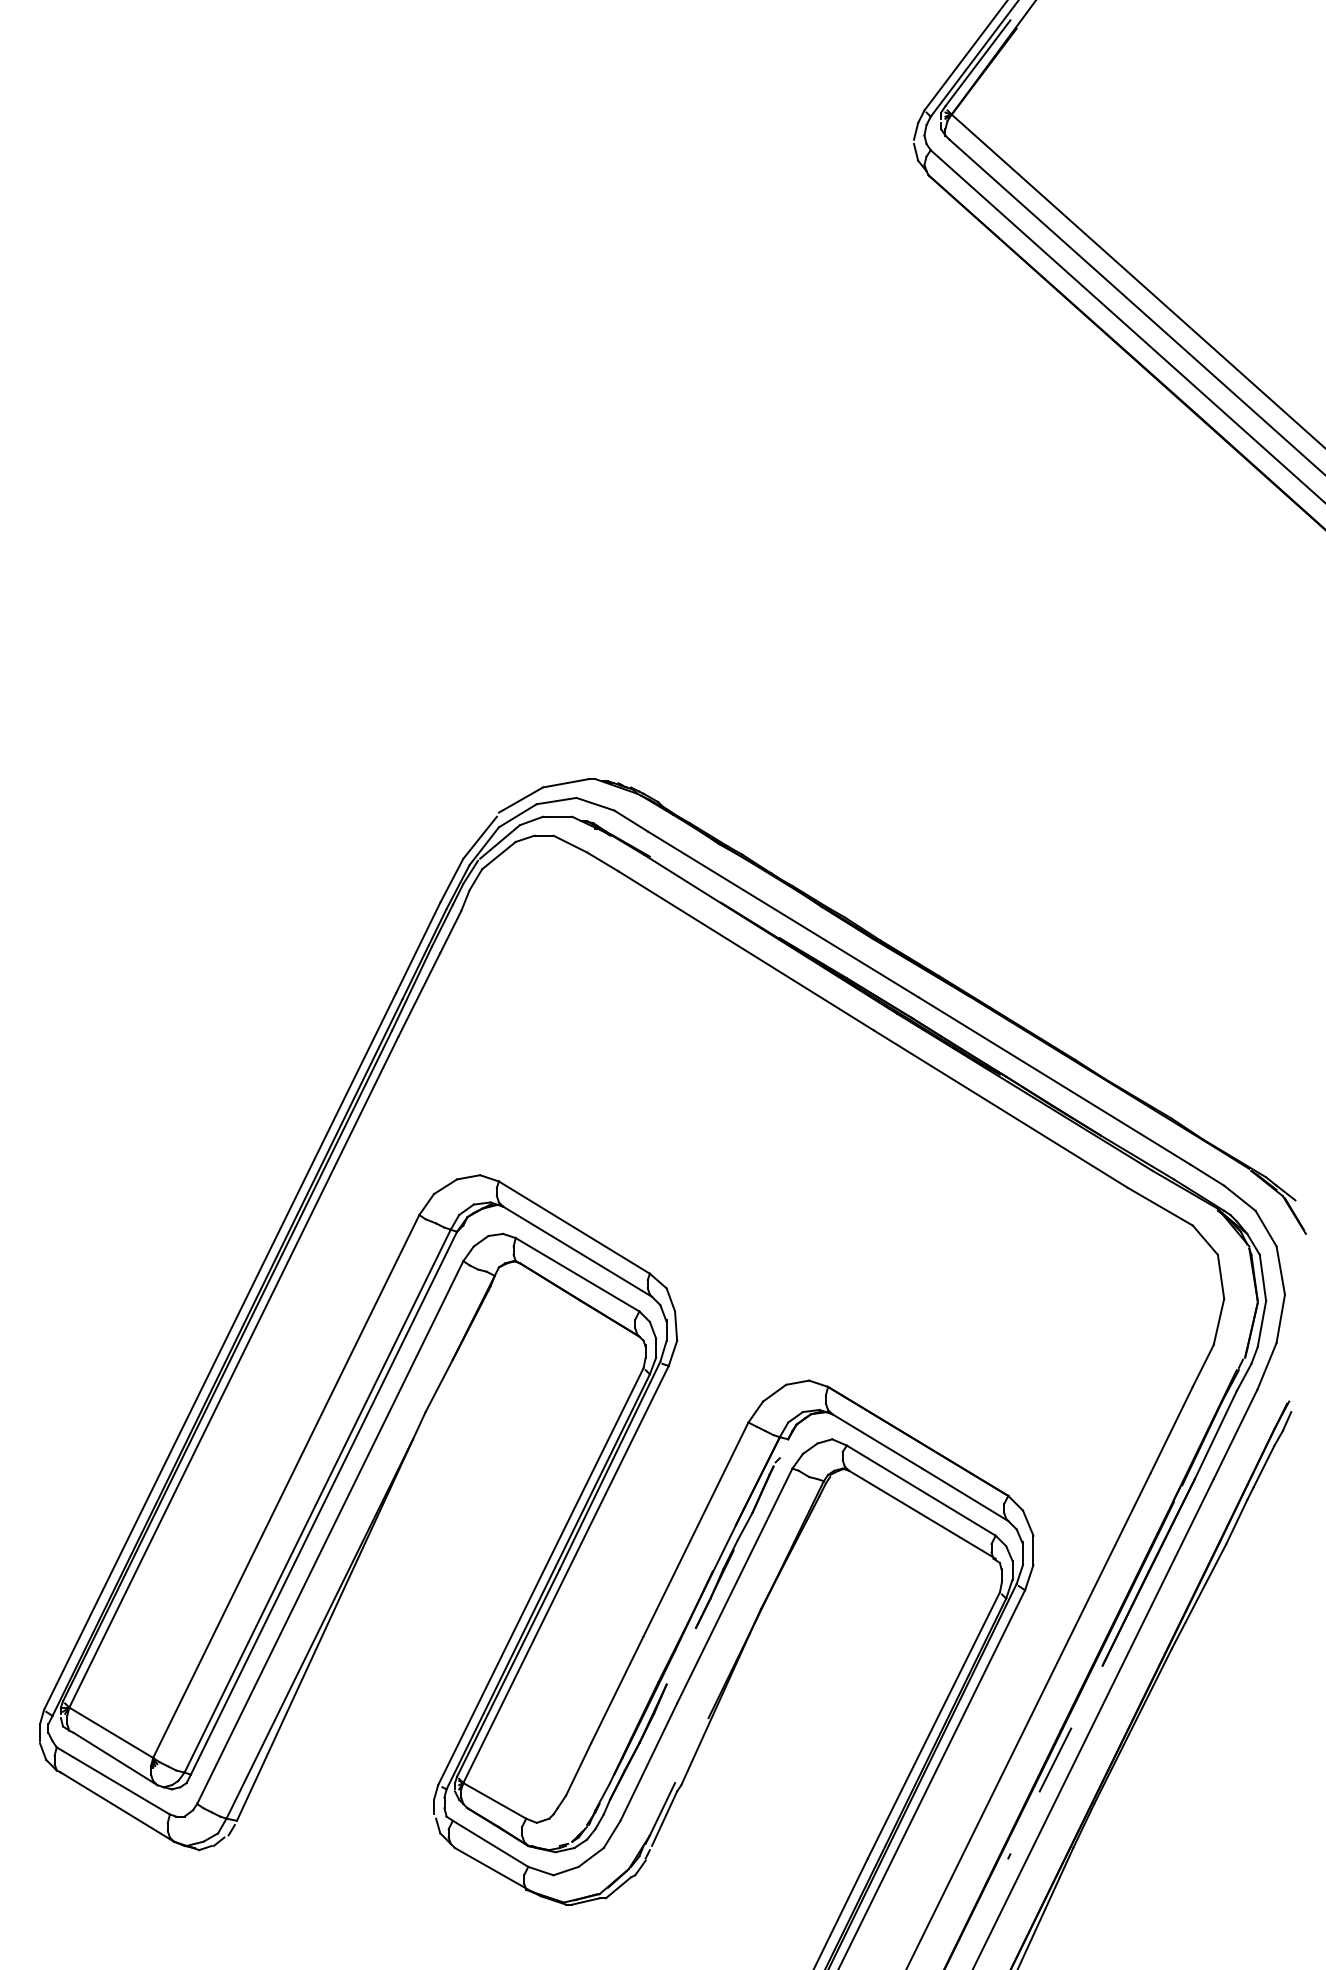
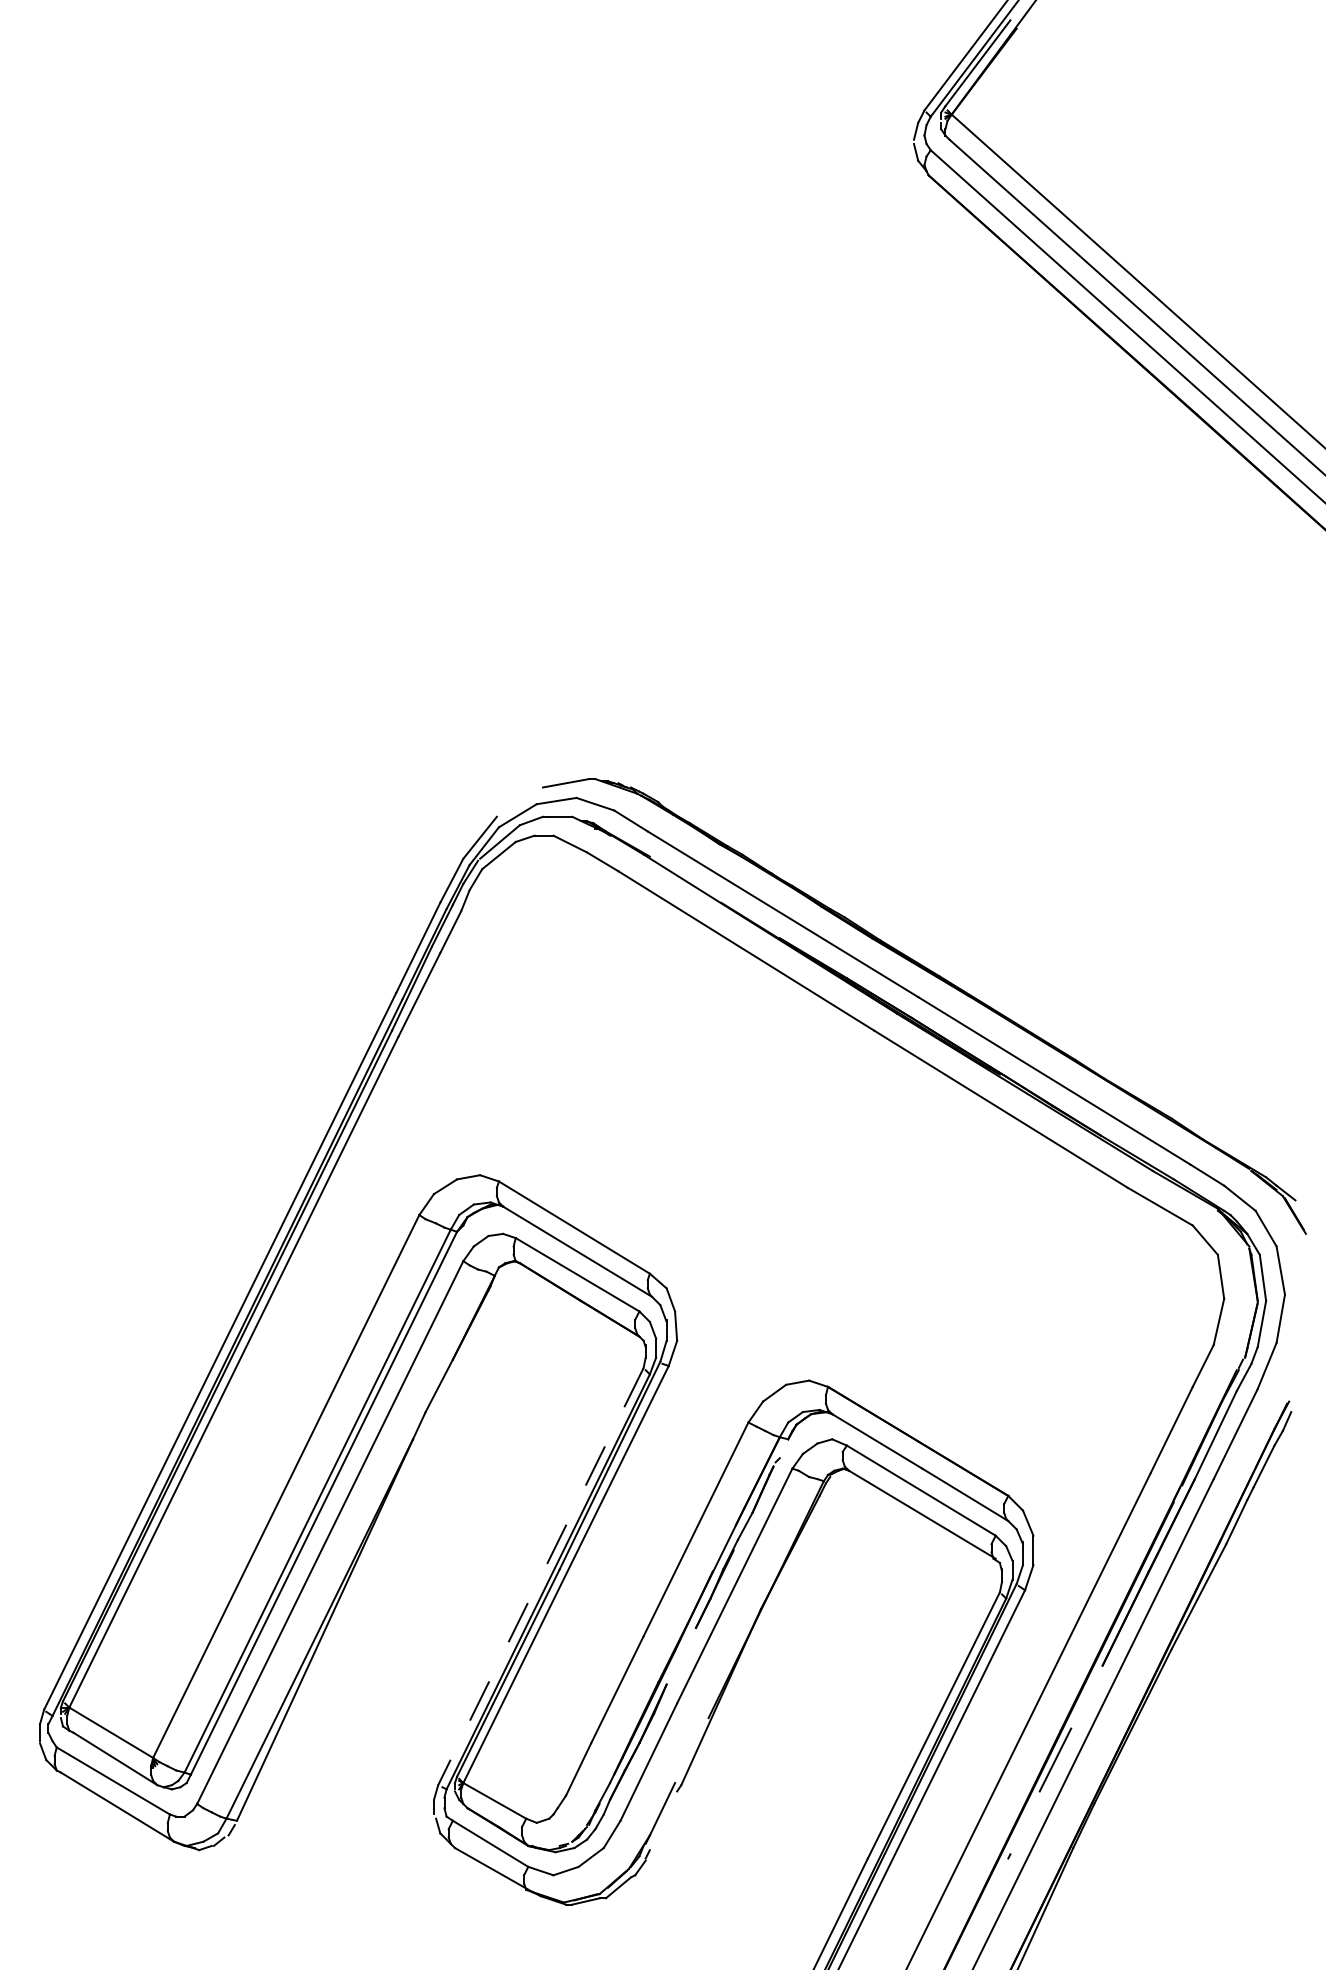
line at (520, 799): present -> none
line at (540, 1577): solid -> dashed
line at (664, 1818): present -> none
